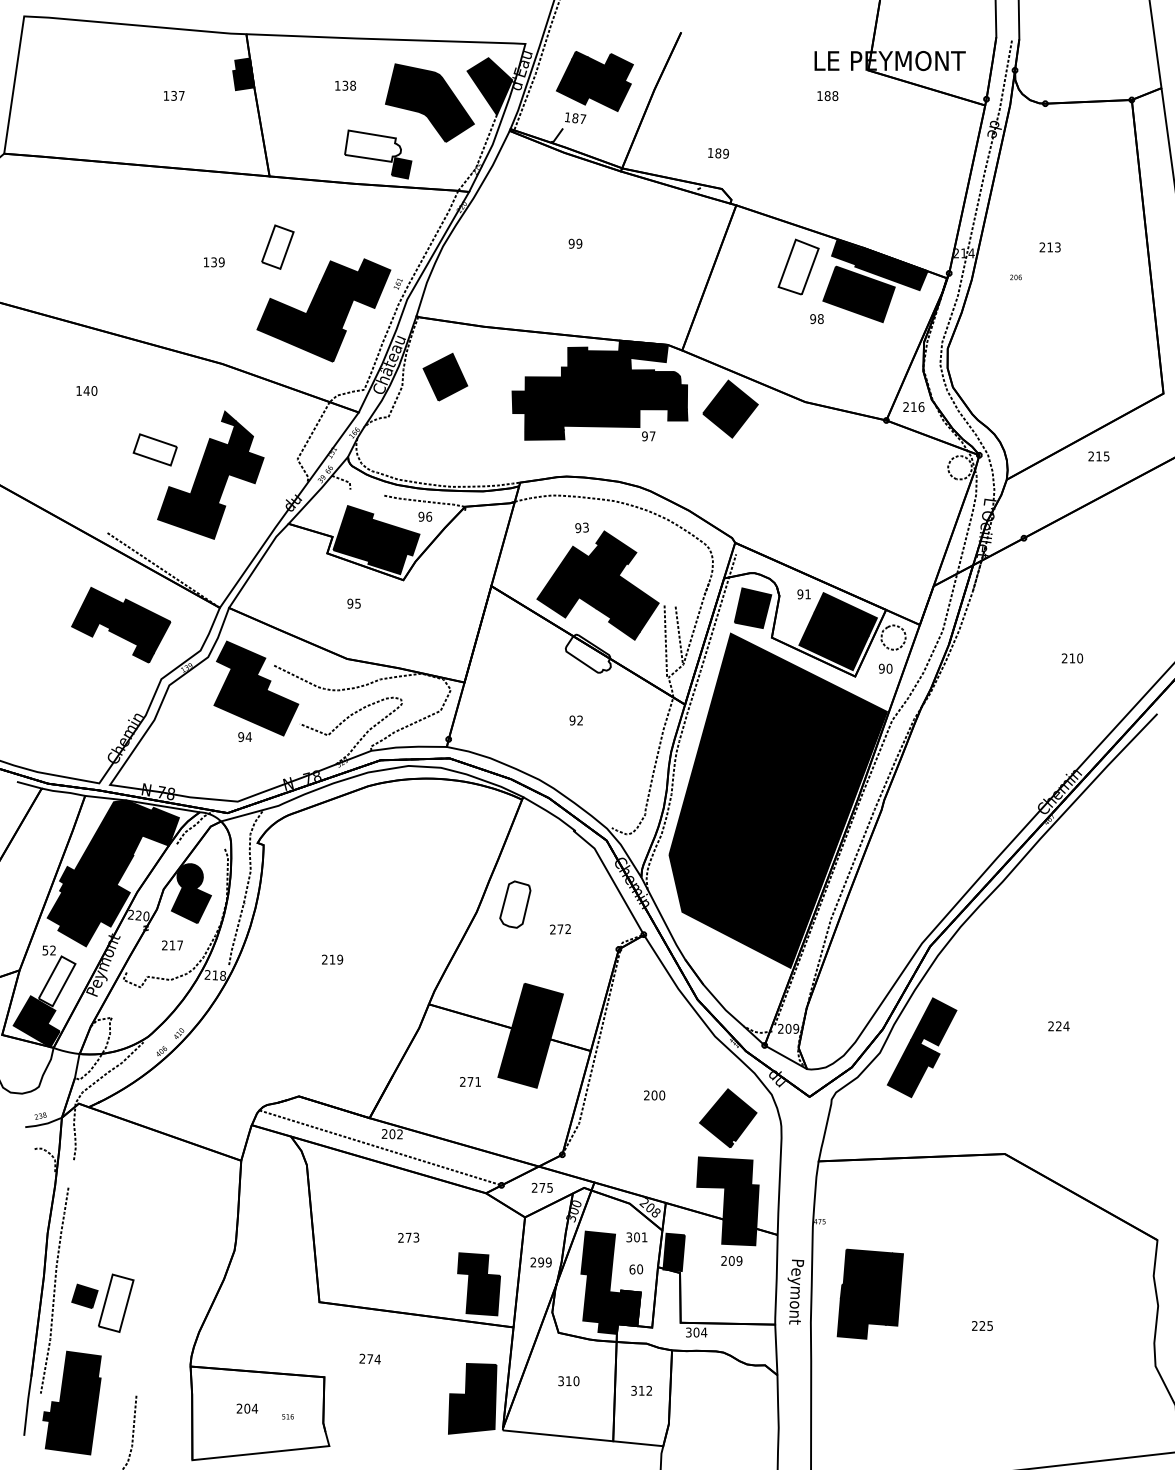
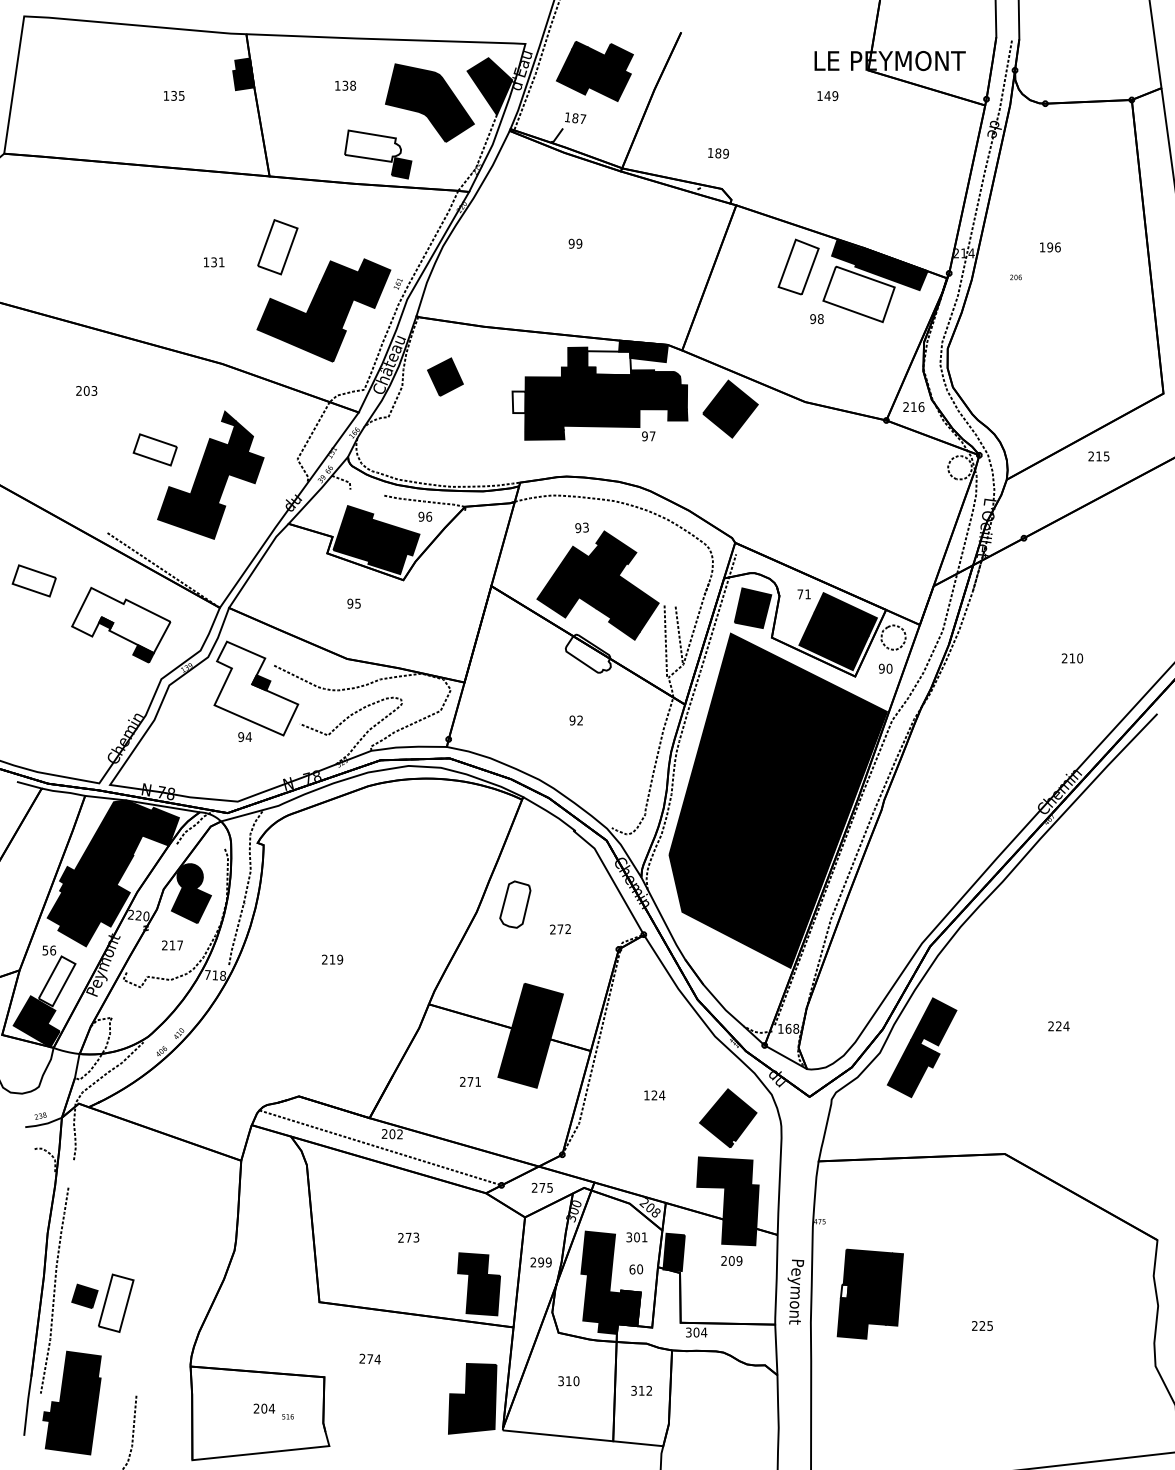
part at (594, 81) position: (594, 81) -> (594, 71)
text at (181, 95): 137 -> 135
text at (831, 96): 188 -> 149
part at (277, 246) size: 34x46 px -> 42x57 px
text at (1049, 247): 213 -> 196
text at (221, 262): 139 -> 131
fill at (858, 294): present -> none
fill at (609, 363): present -> none
part at (445, 376) size: 47x50 px -> 37x40 px
text at (86, 390): 140 -> 203
fill at (518, 402): present -> none
part at (33, 580): none -> present
text at (800, 594): 91 -> 71
fill at (121, 620): present -> none
fill at (256, 688): present -> none
text at (53, 950): 52 -> 56
text at (207, 974): 218 -> 718
text at (788, 1028): 209 -> 168
text at (654, 1095): 200 -> 124
fill at (844, 1291): present -> none
text at (247, 1408) position: (247, 1408) -> (264, 1408)
